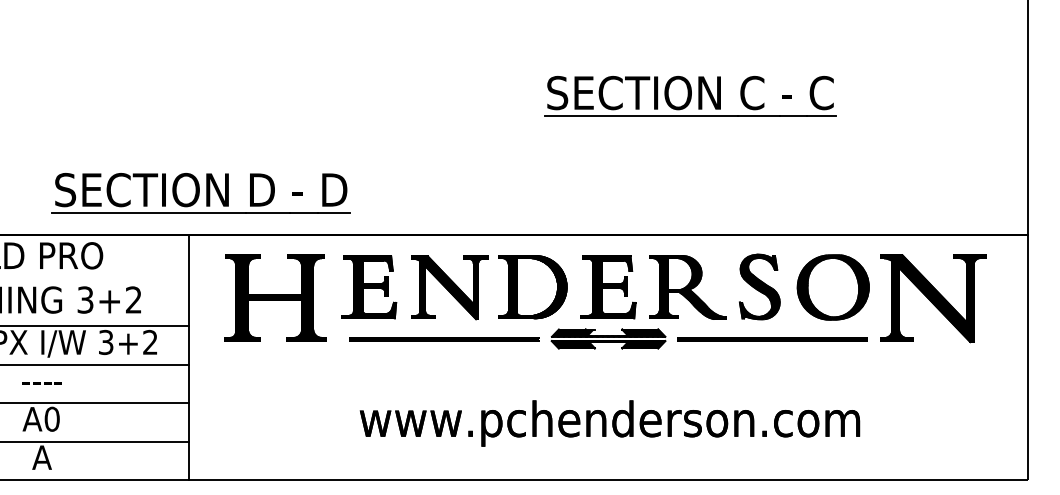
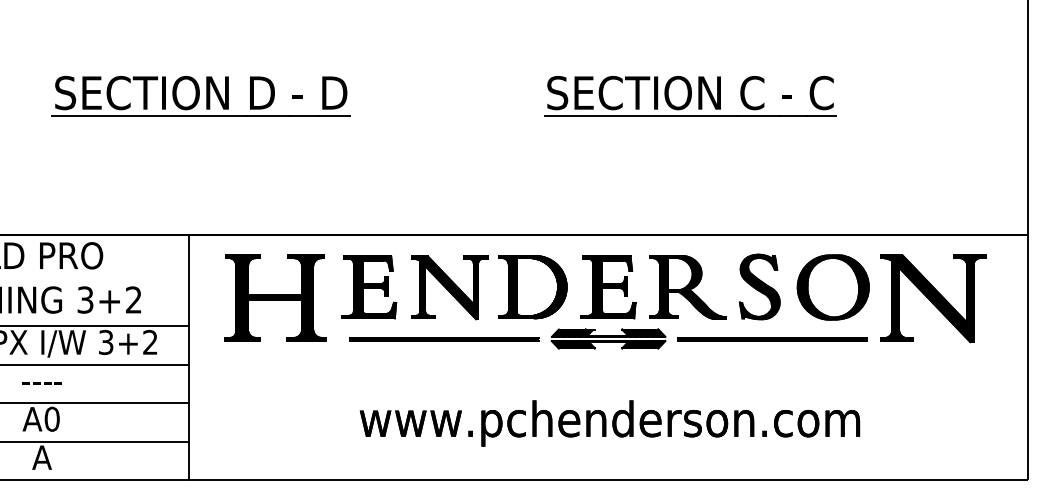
part at (200, 193) position: (200, 193) -> (200, 96)
